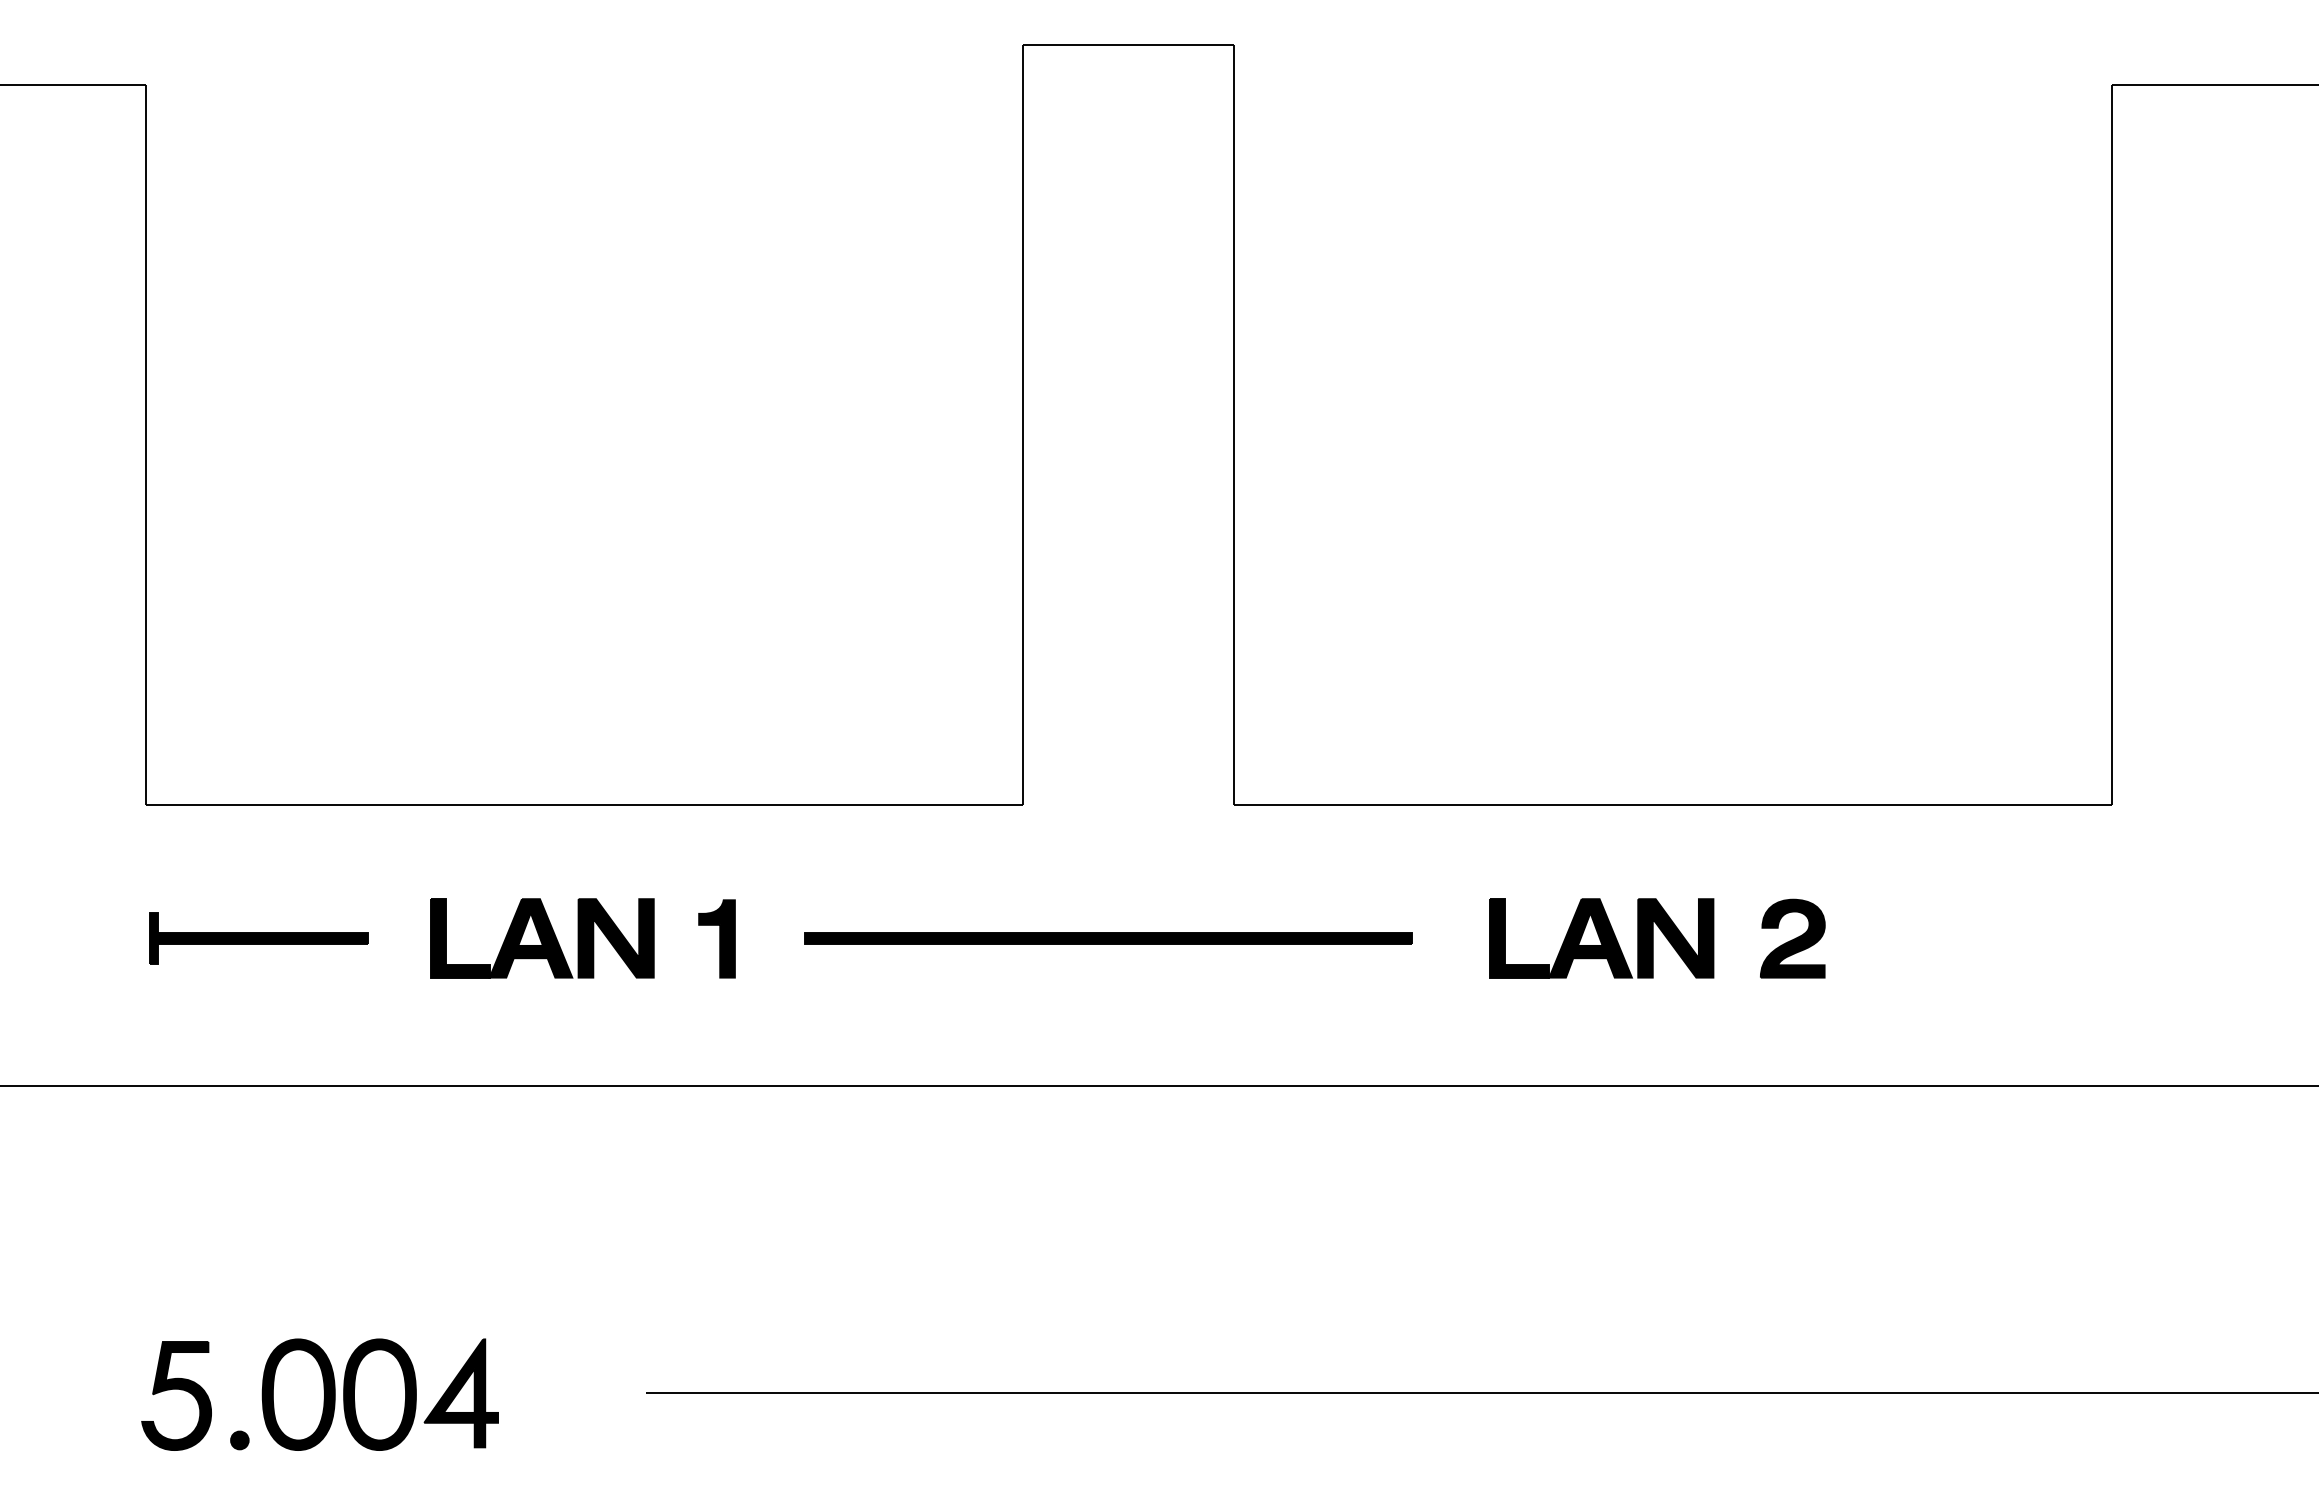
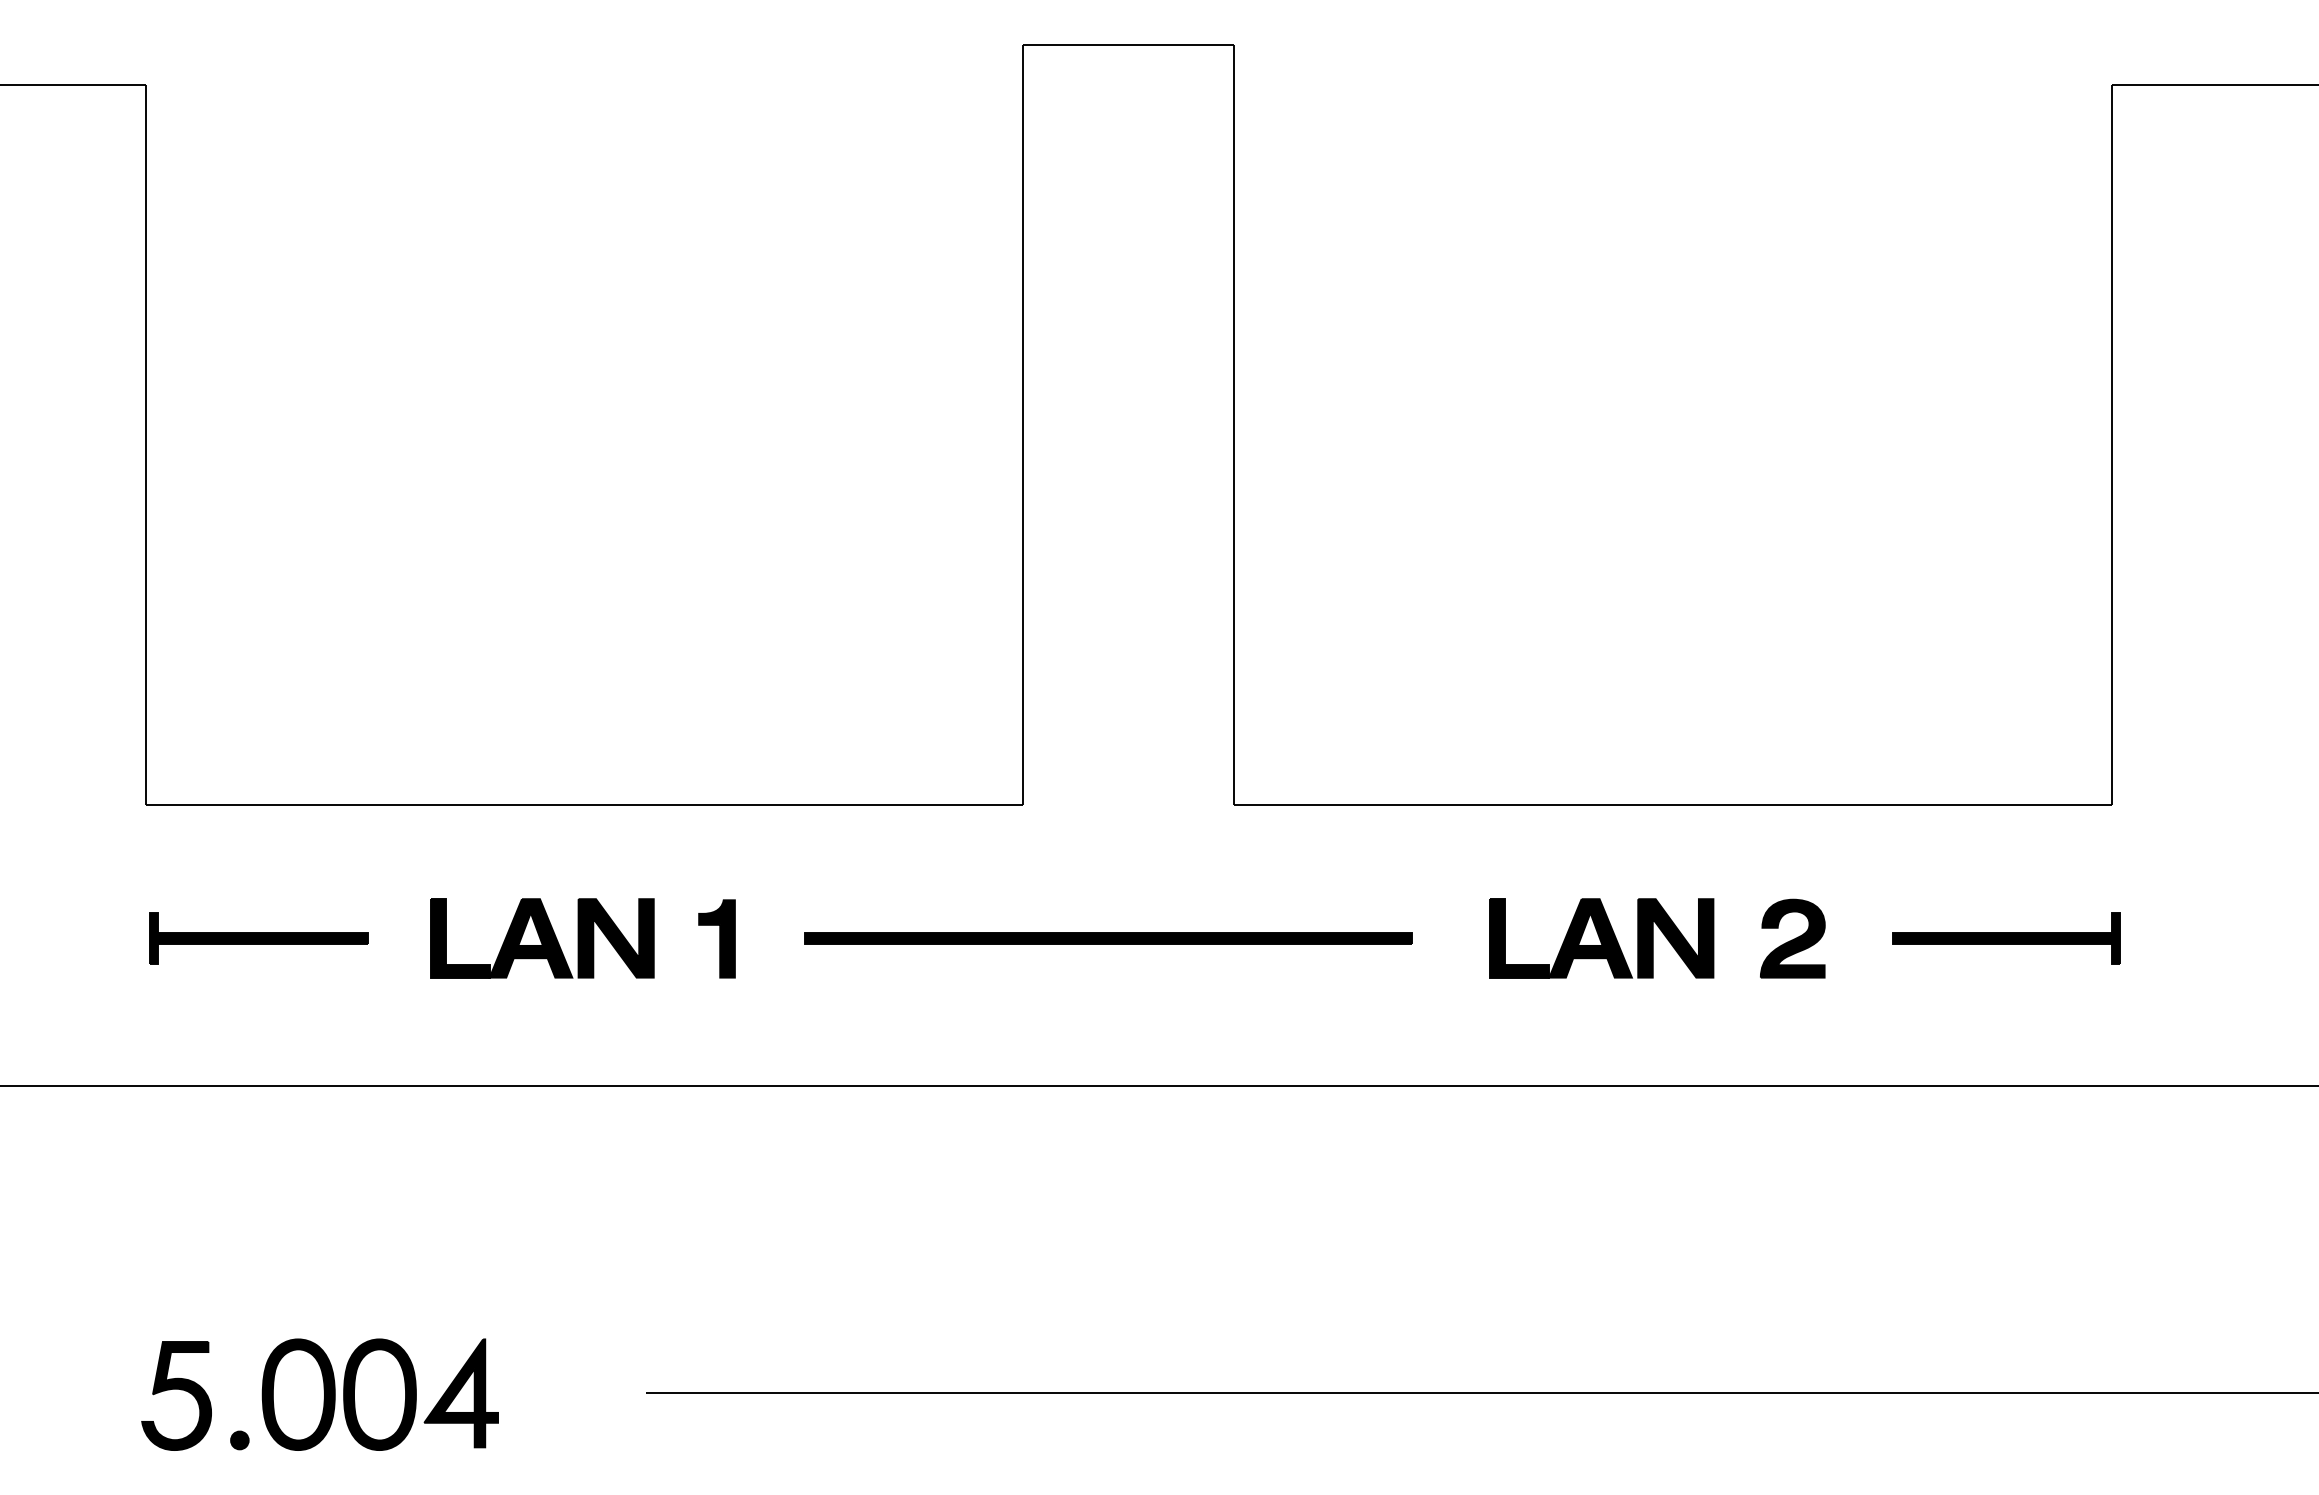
part at (2006, 938): none -> present
